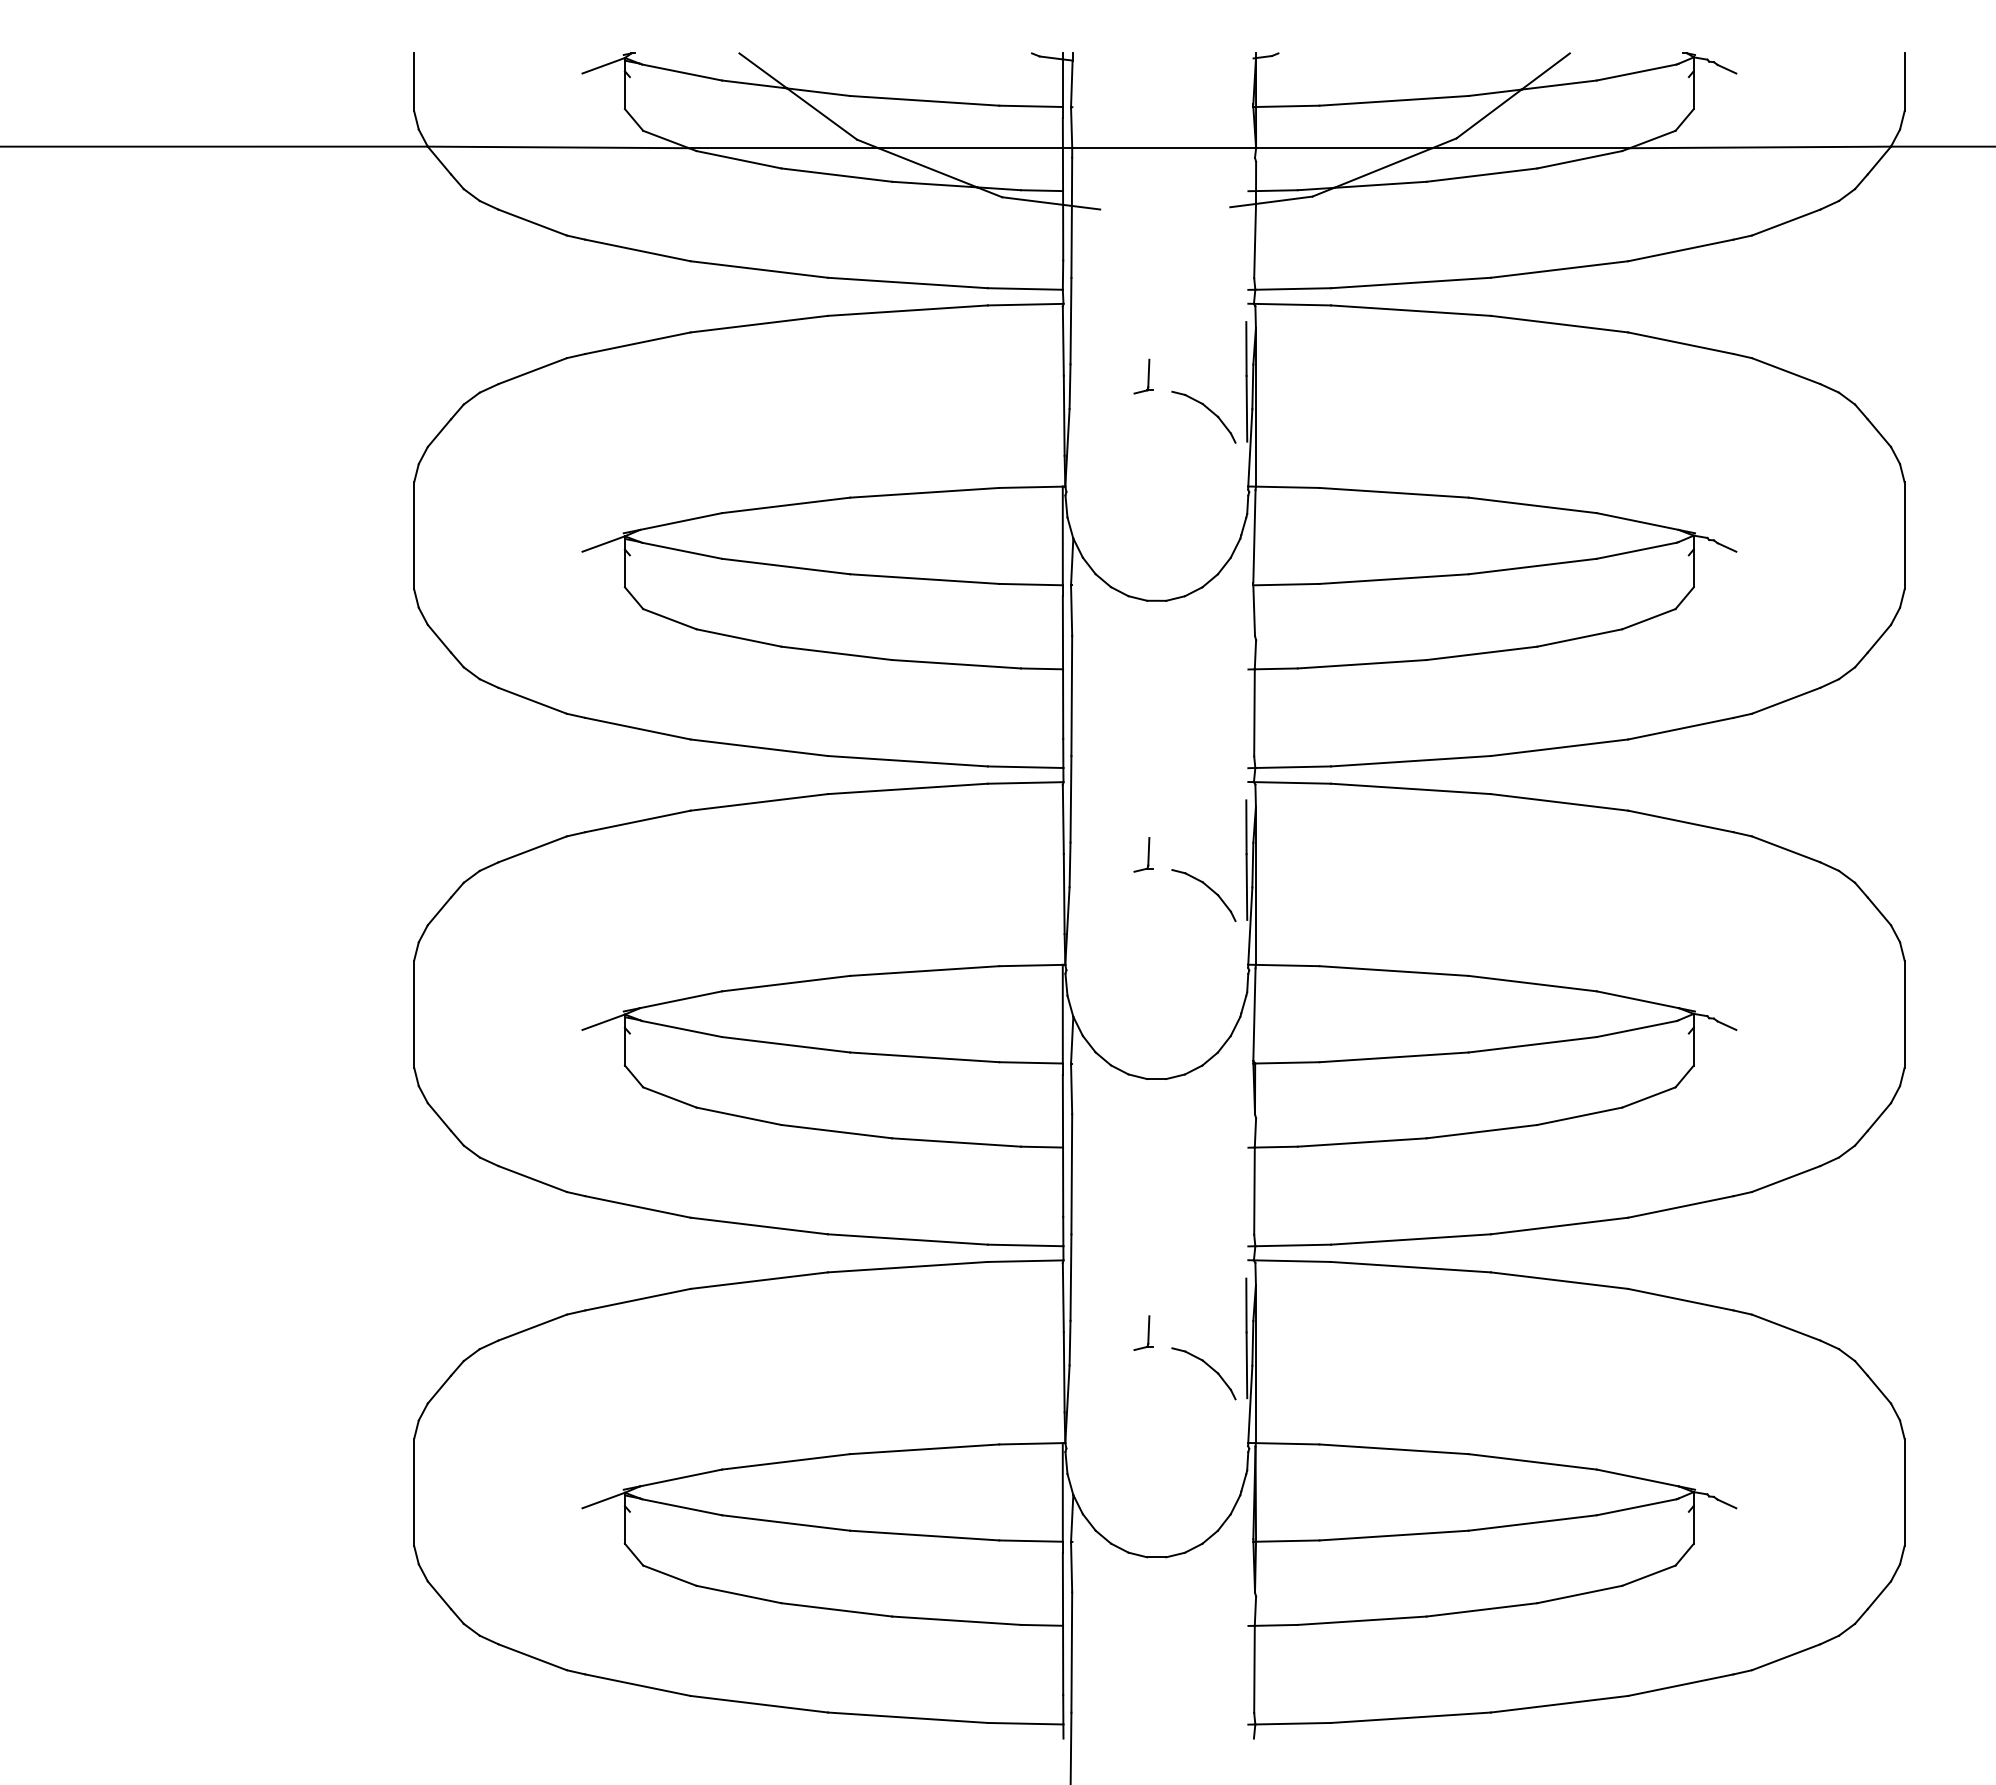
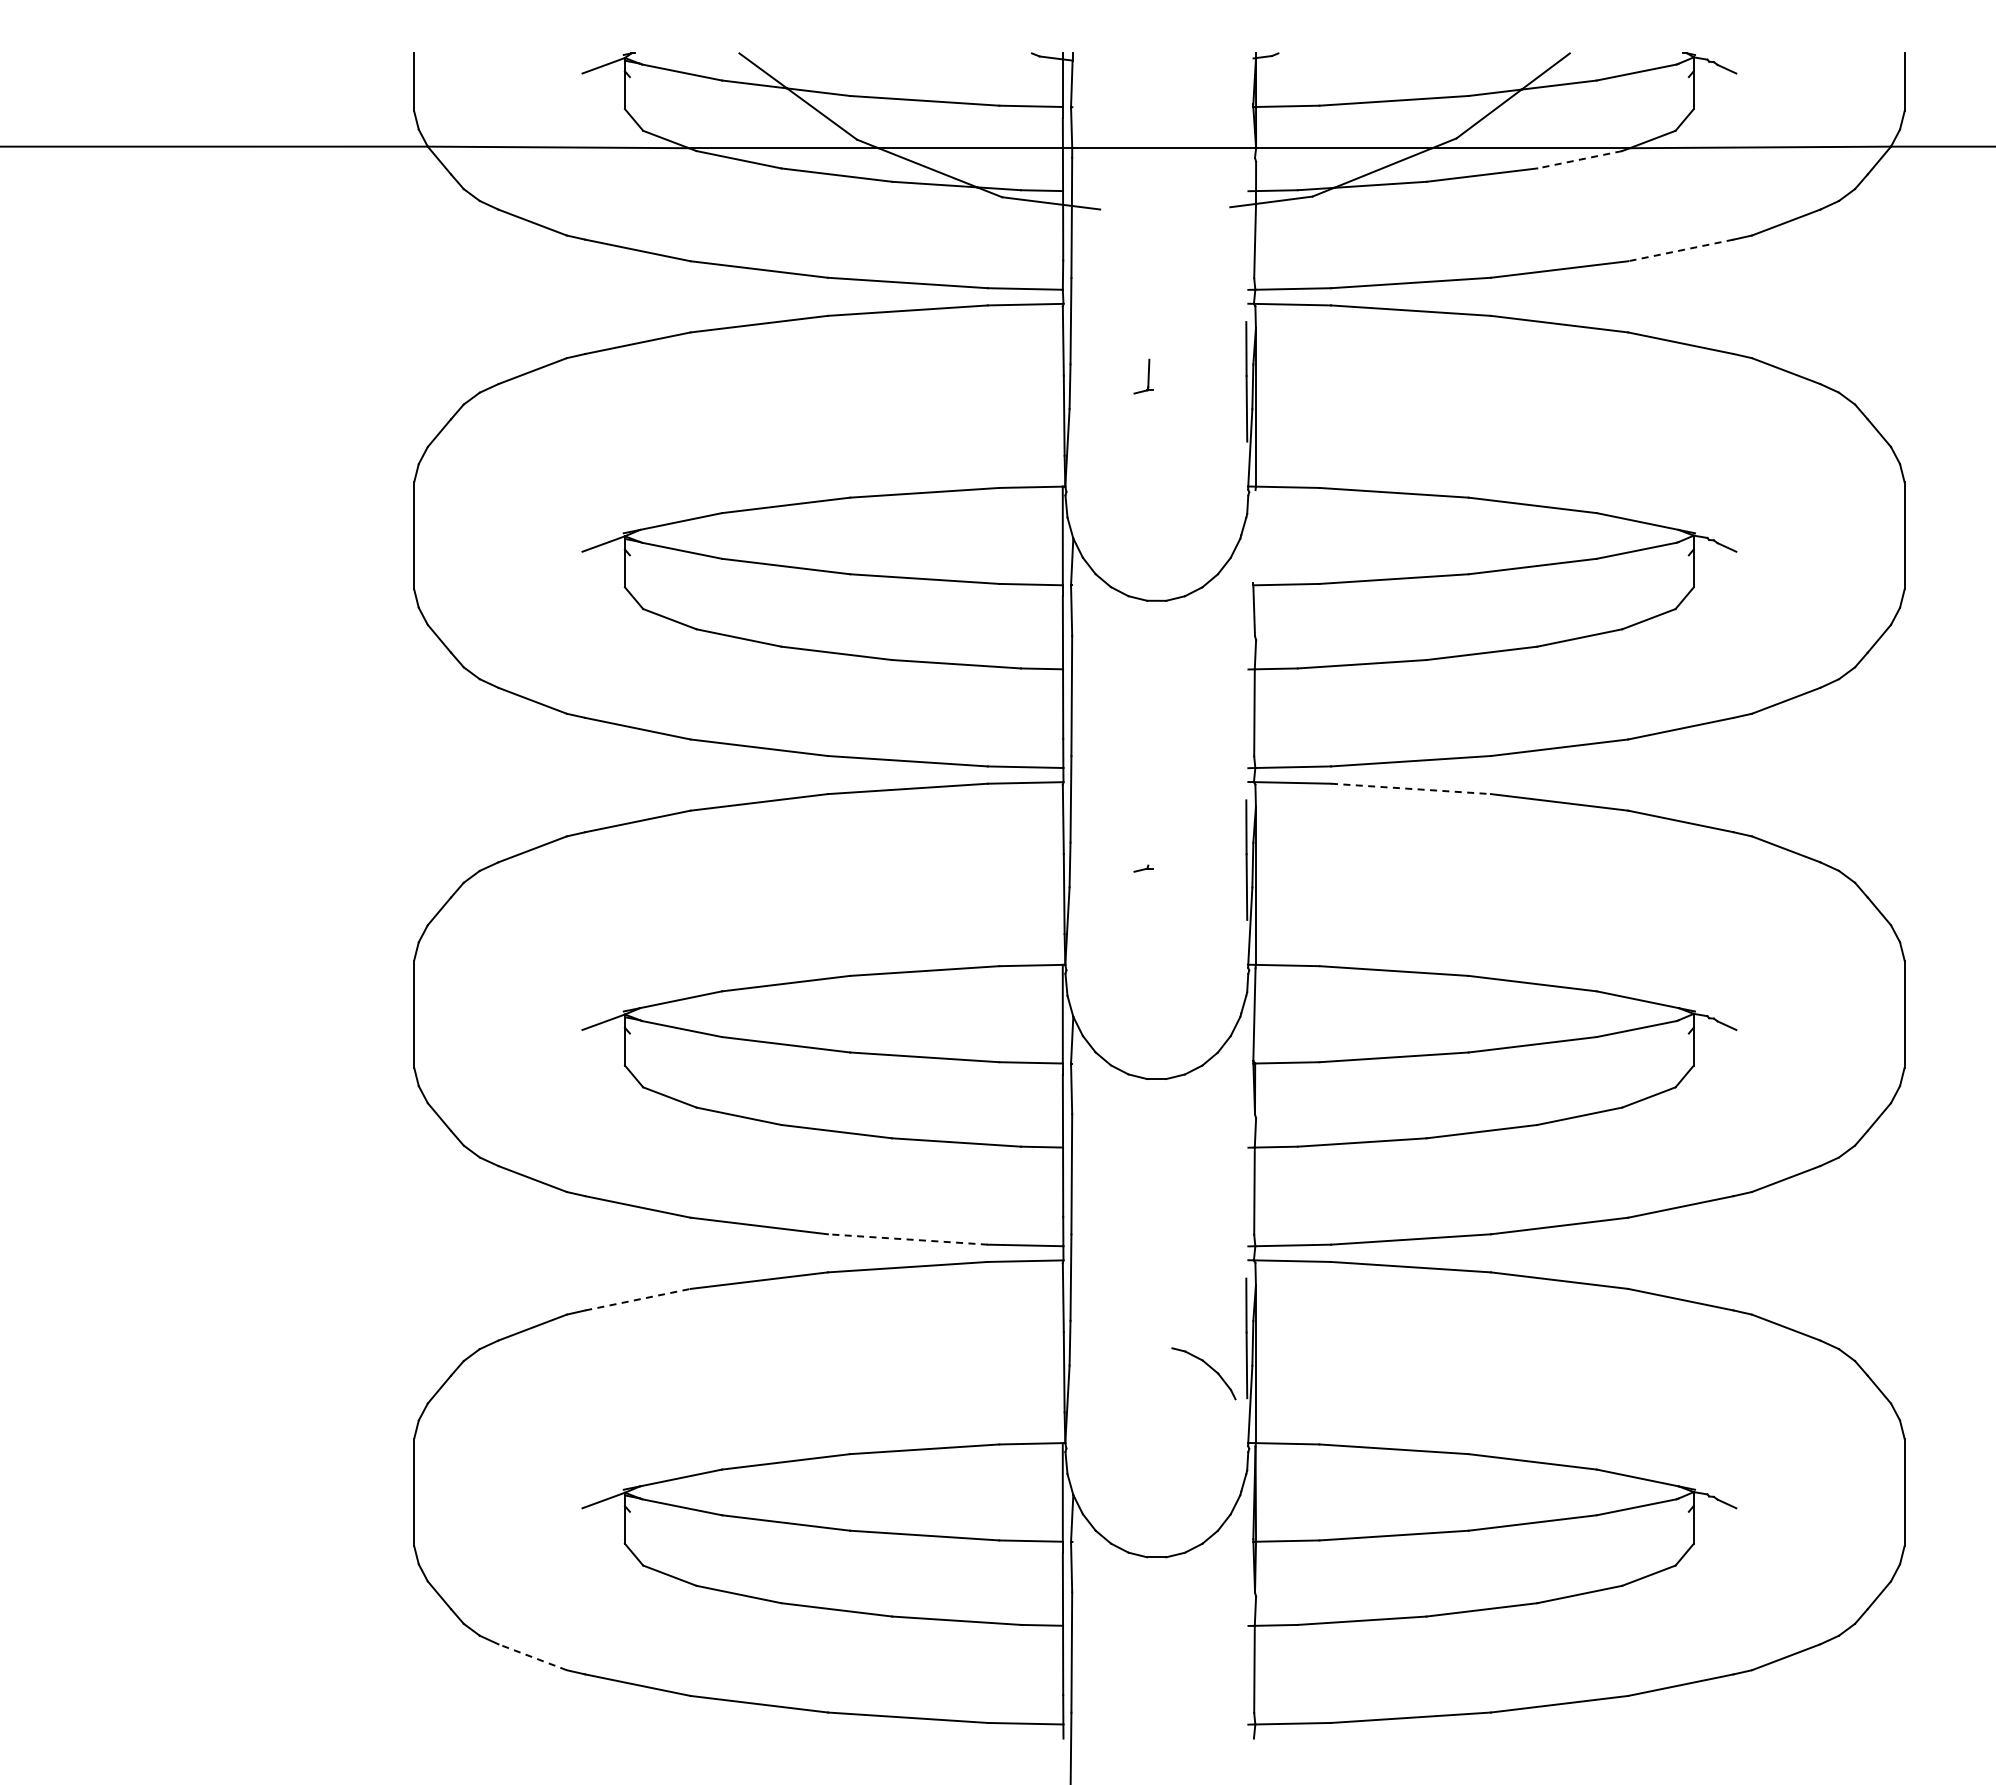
line at (1579, 159): solid -> dashed
line at (1680, 250): solid -> dashed
part at (1208, 410): present -> none
line at (1254, 536): present -> none
line at (1411, 788): solid -> dashed
line at (1148, 851): present -> none
part at (1209, 889): present -> none
line at (907, 1239): solid -> dashed
line at (637, 1299): solid -> dashed
part at (1143, 1332): present -> none
line at (532, 1657): solid -> dashed
